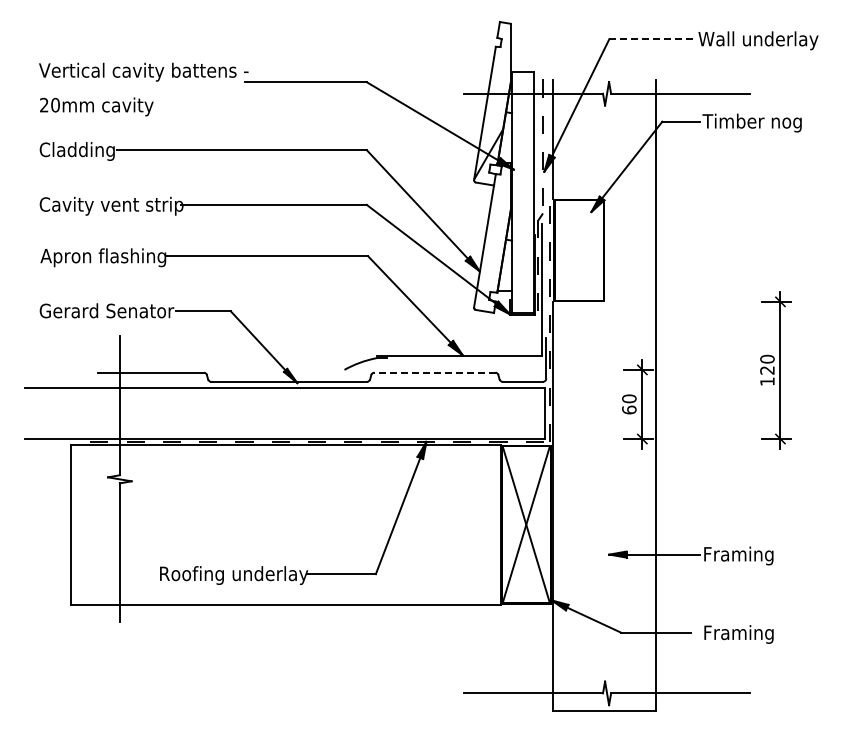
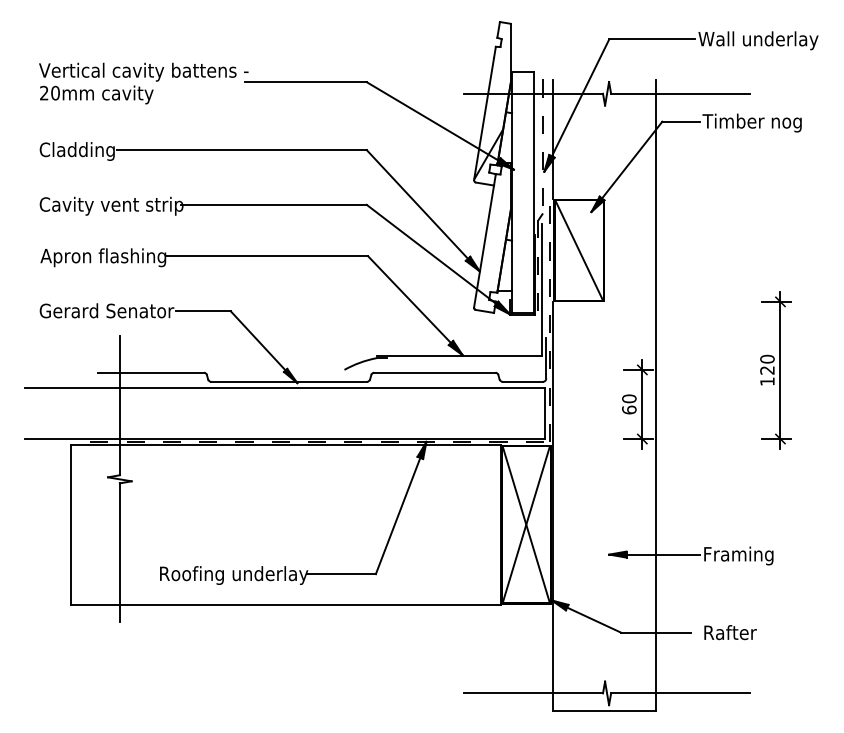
line at (652, 39): dashed -> solid
text at (96, 106) position: (96, 106) -> (96, 94)
line at (578, 250): none -> present
line at (434, 372): dashed -> solid
text at (739, 634): Framing -> Rafter
